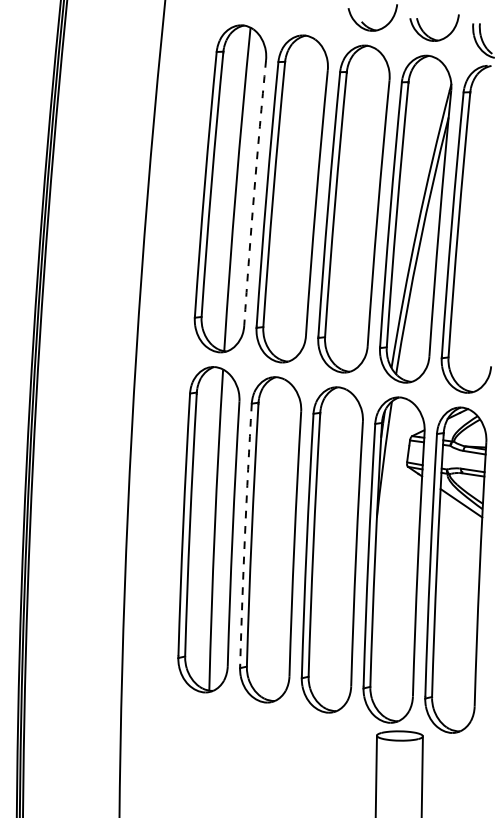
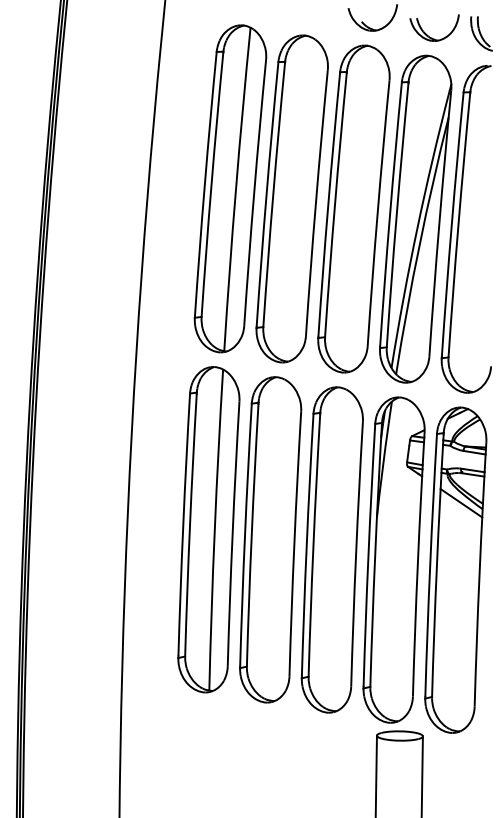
part at (483, 40) position: (483, 40) -> (481, 33)
arc at (254, 192): dashed -> solid
arc at (245, 535): dashed -> solid
